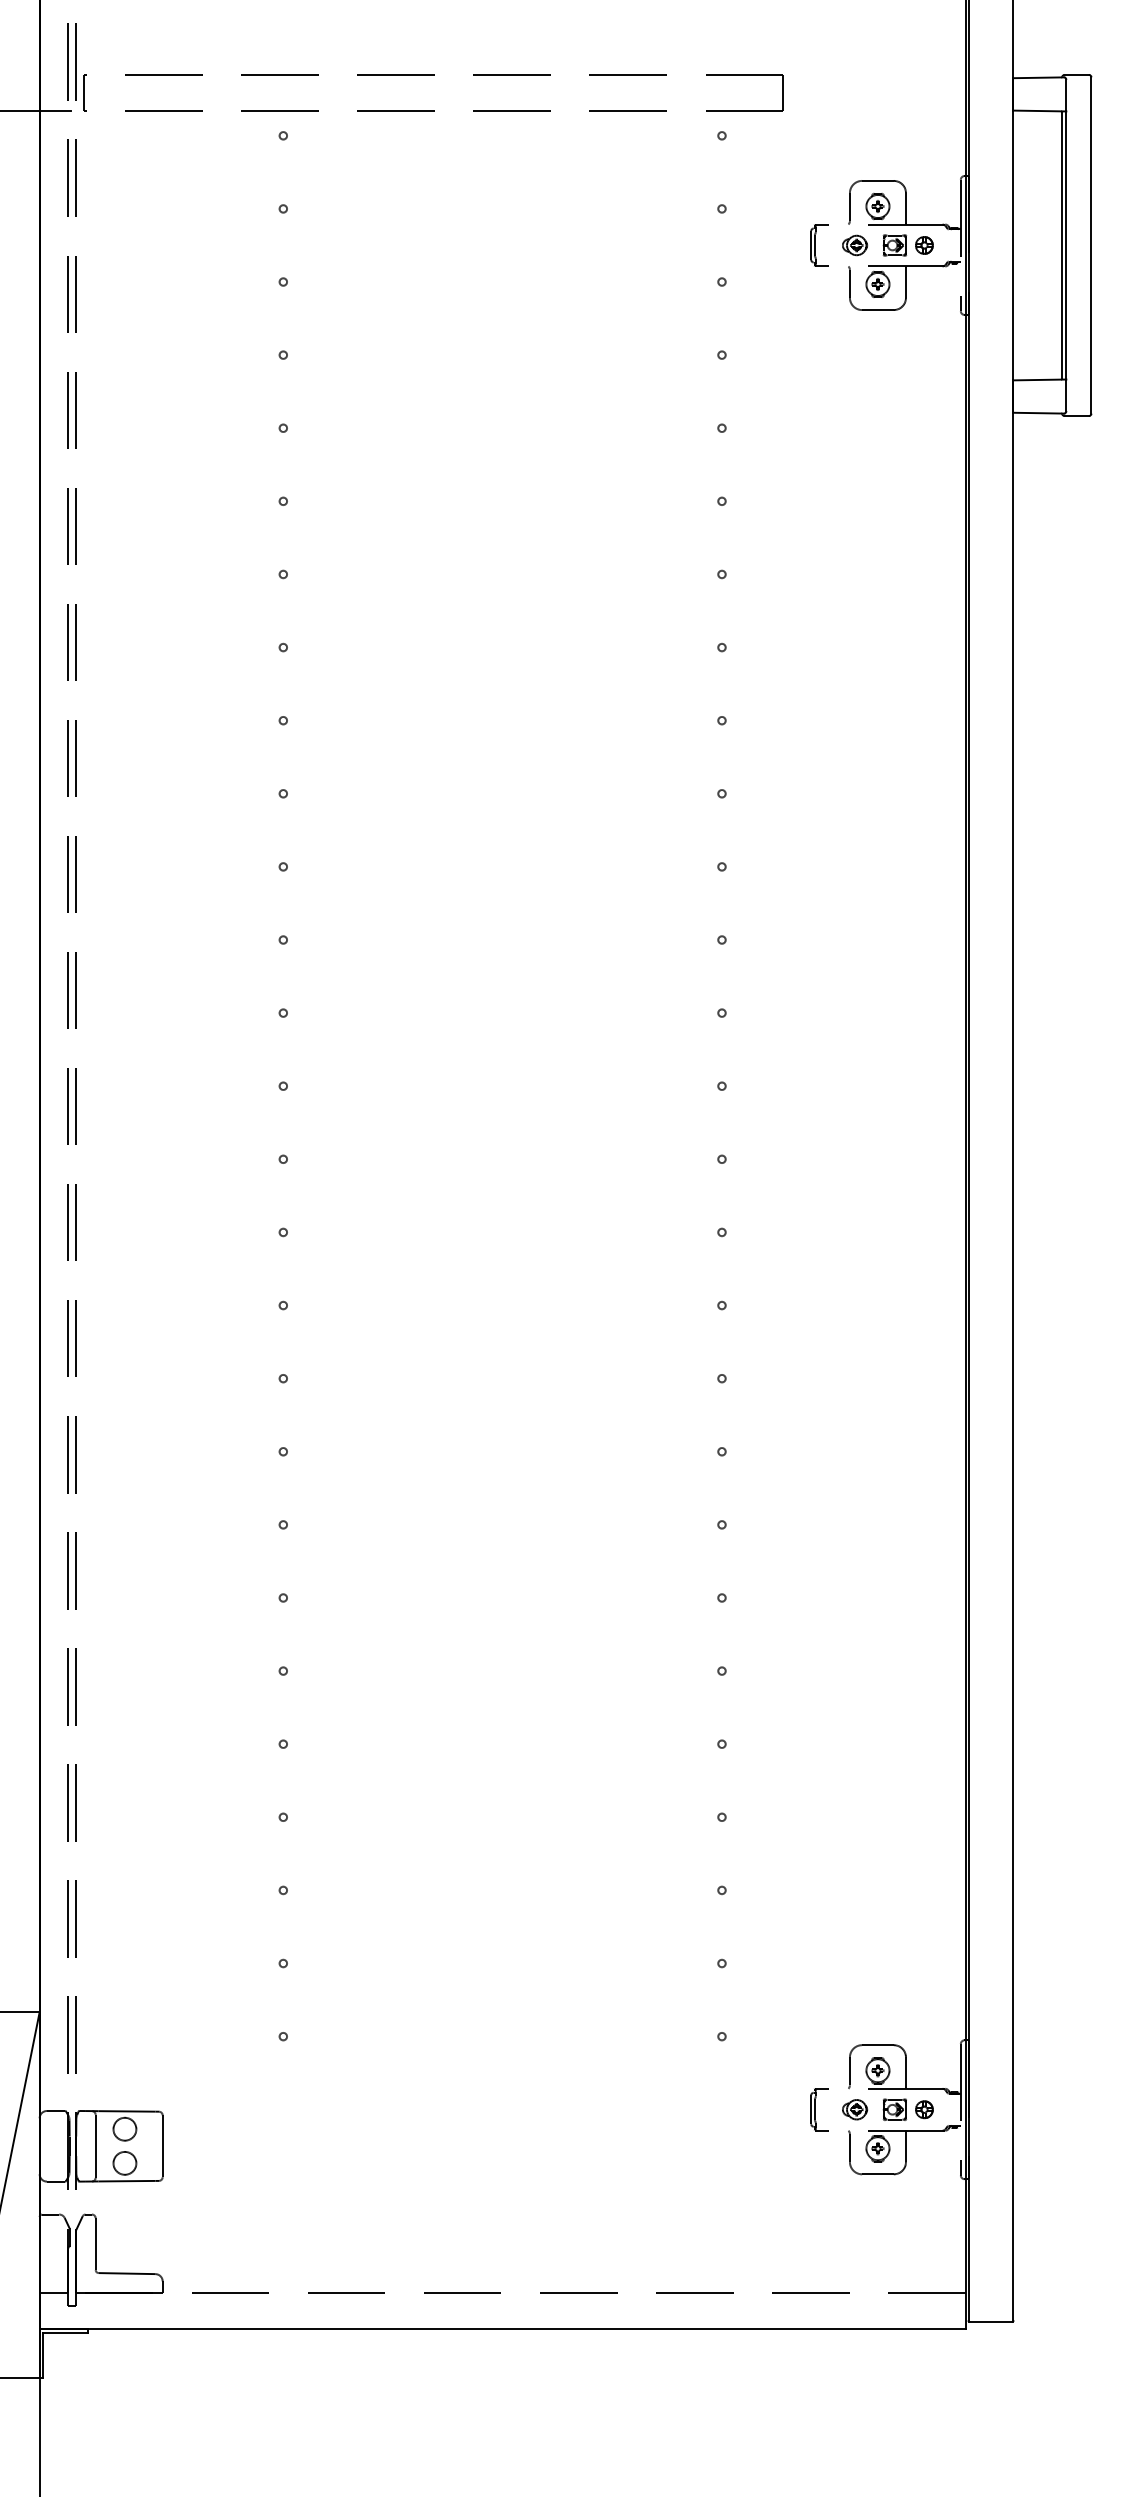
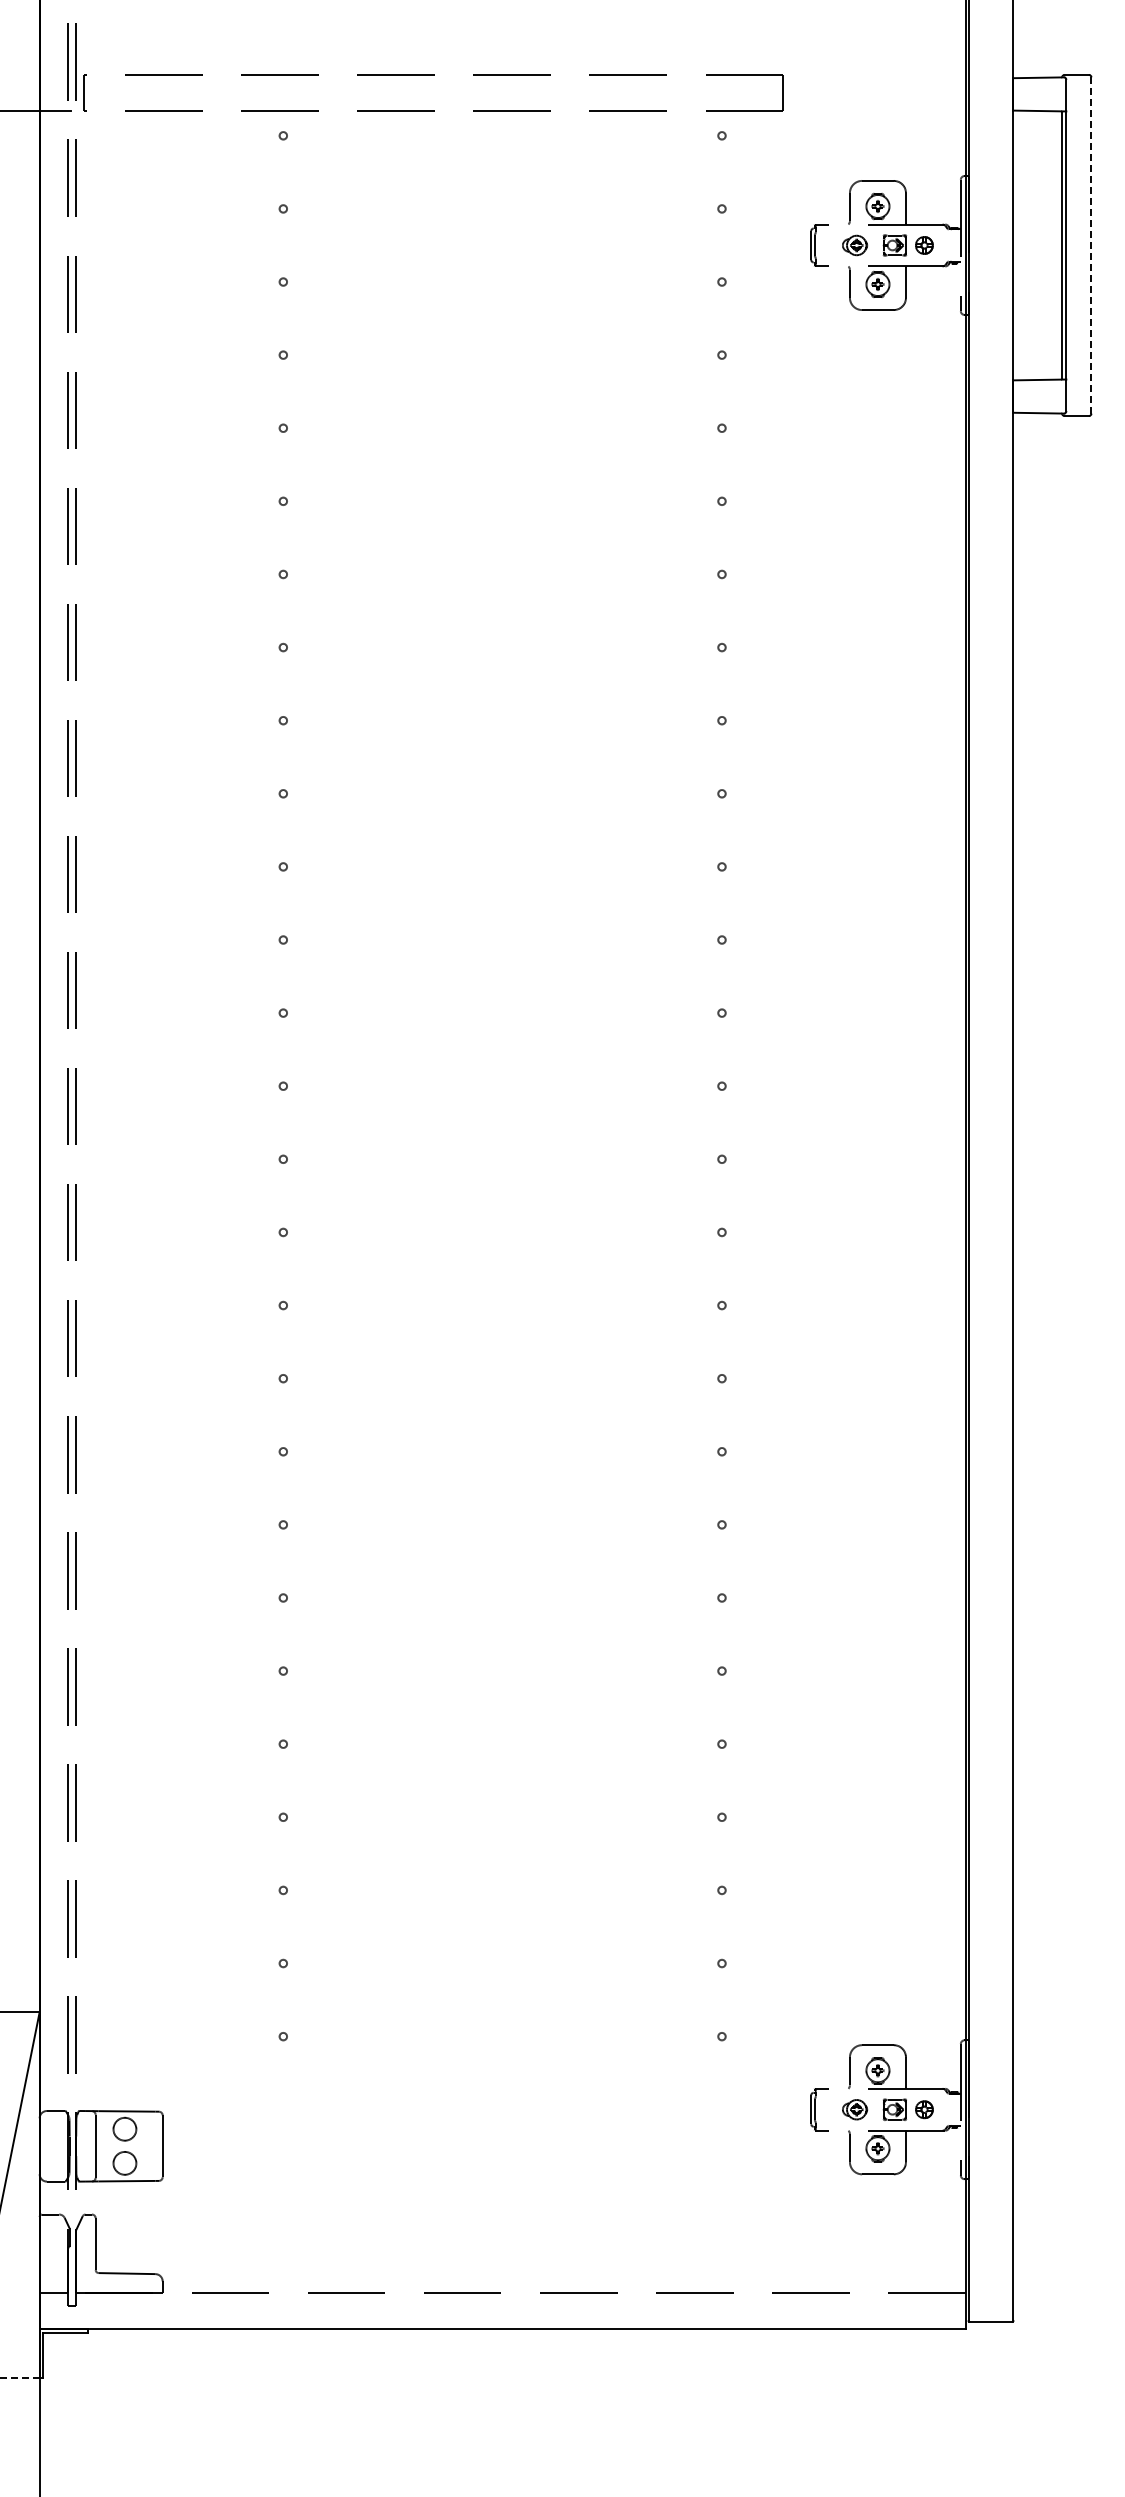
line at (1091, 245): solid -> dashed
line at (19, 2377): solid -> dashed
